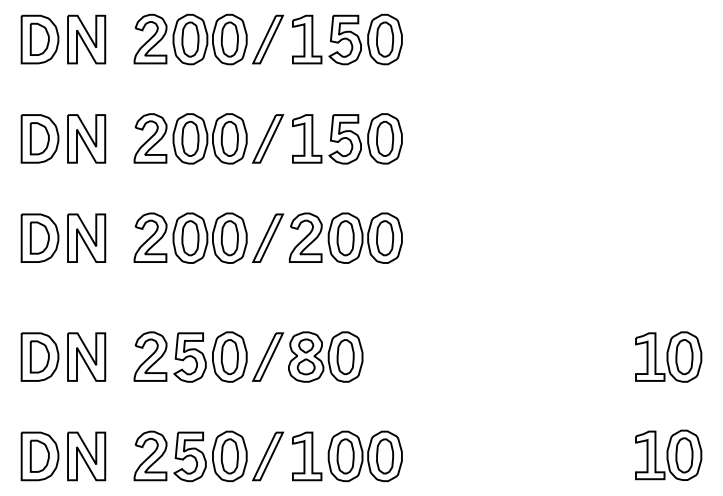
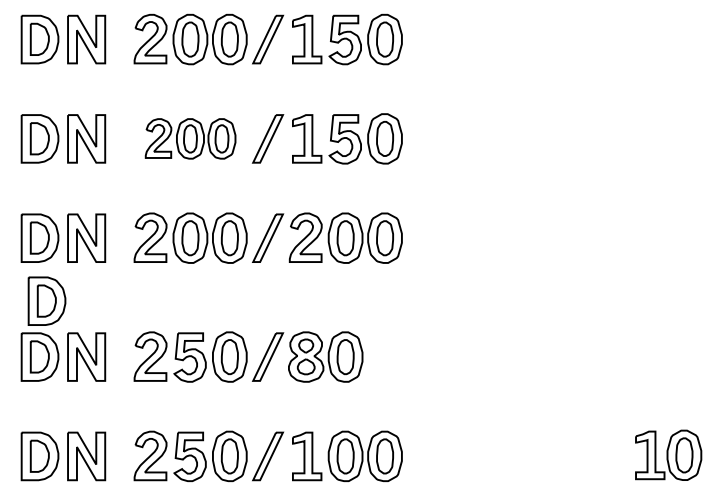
part at (190, 138) size: 115x52 px -> 93x42 px
part at (46, 300): none -> present
part at (668, 356): present -> none
